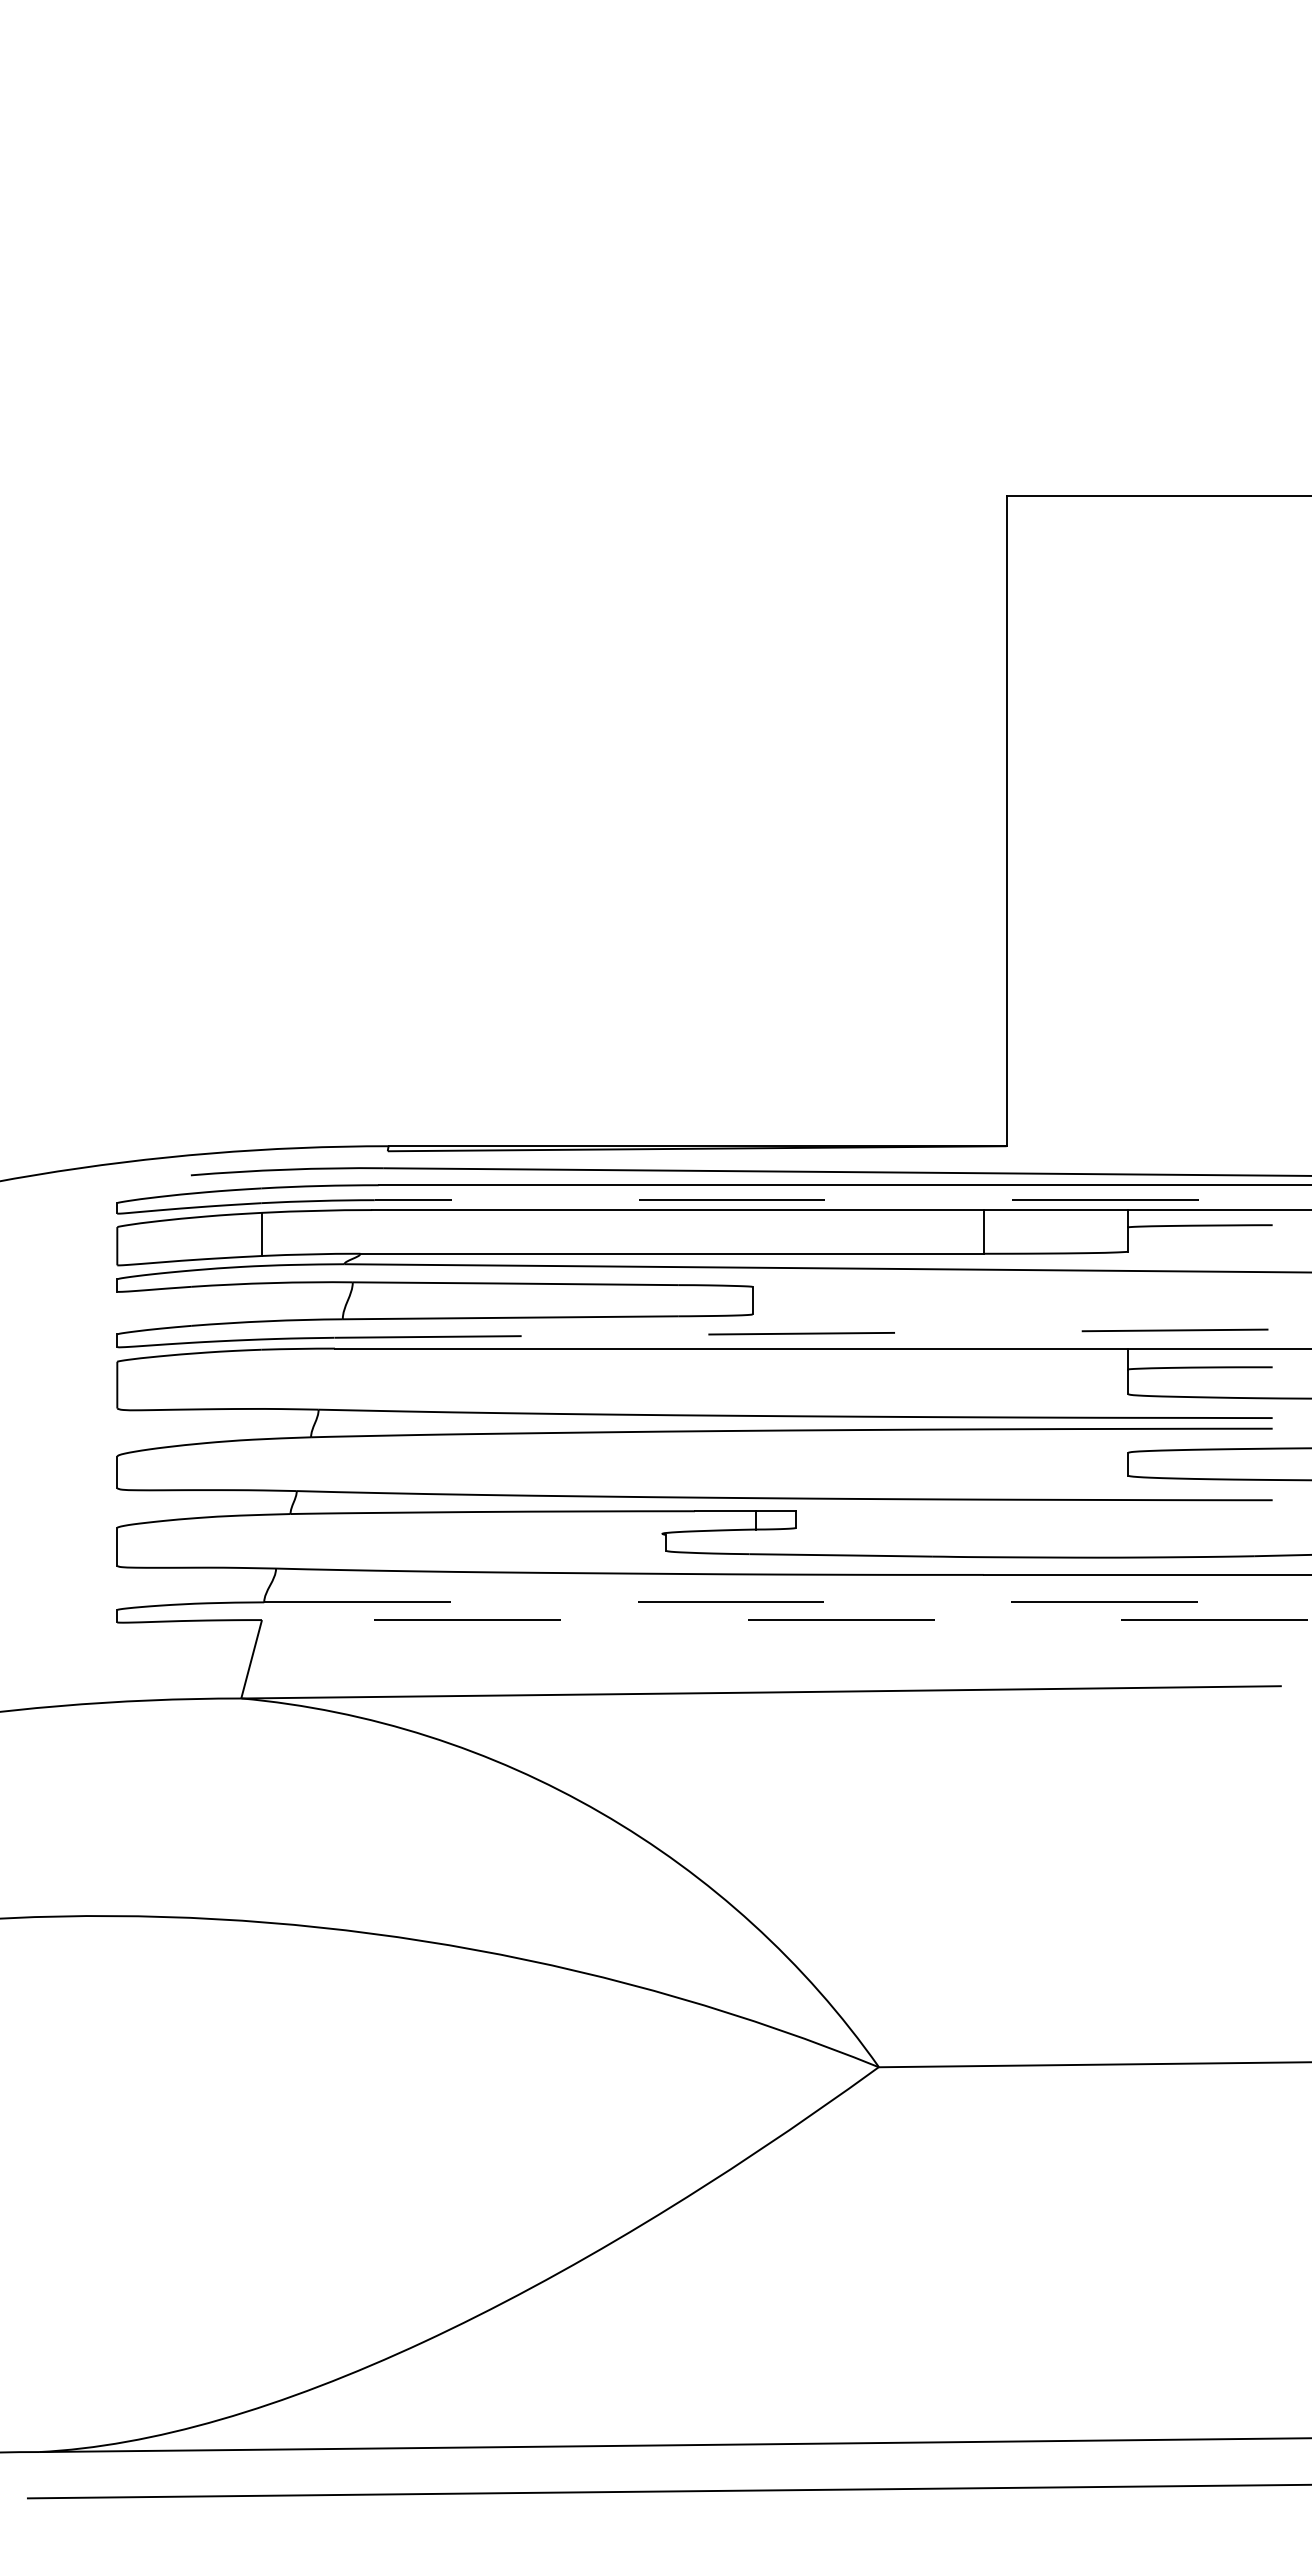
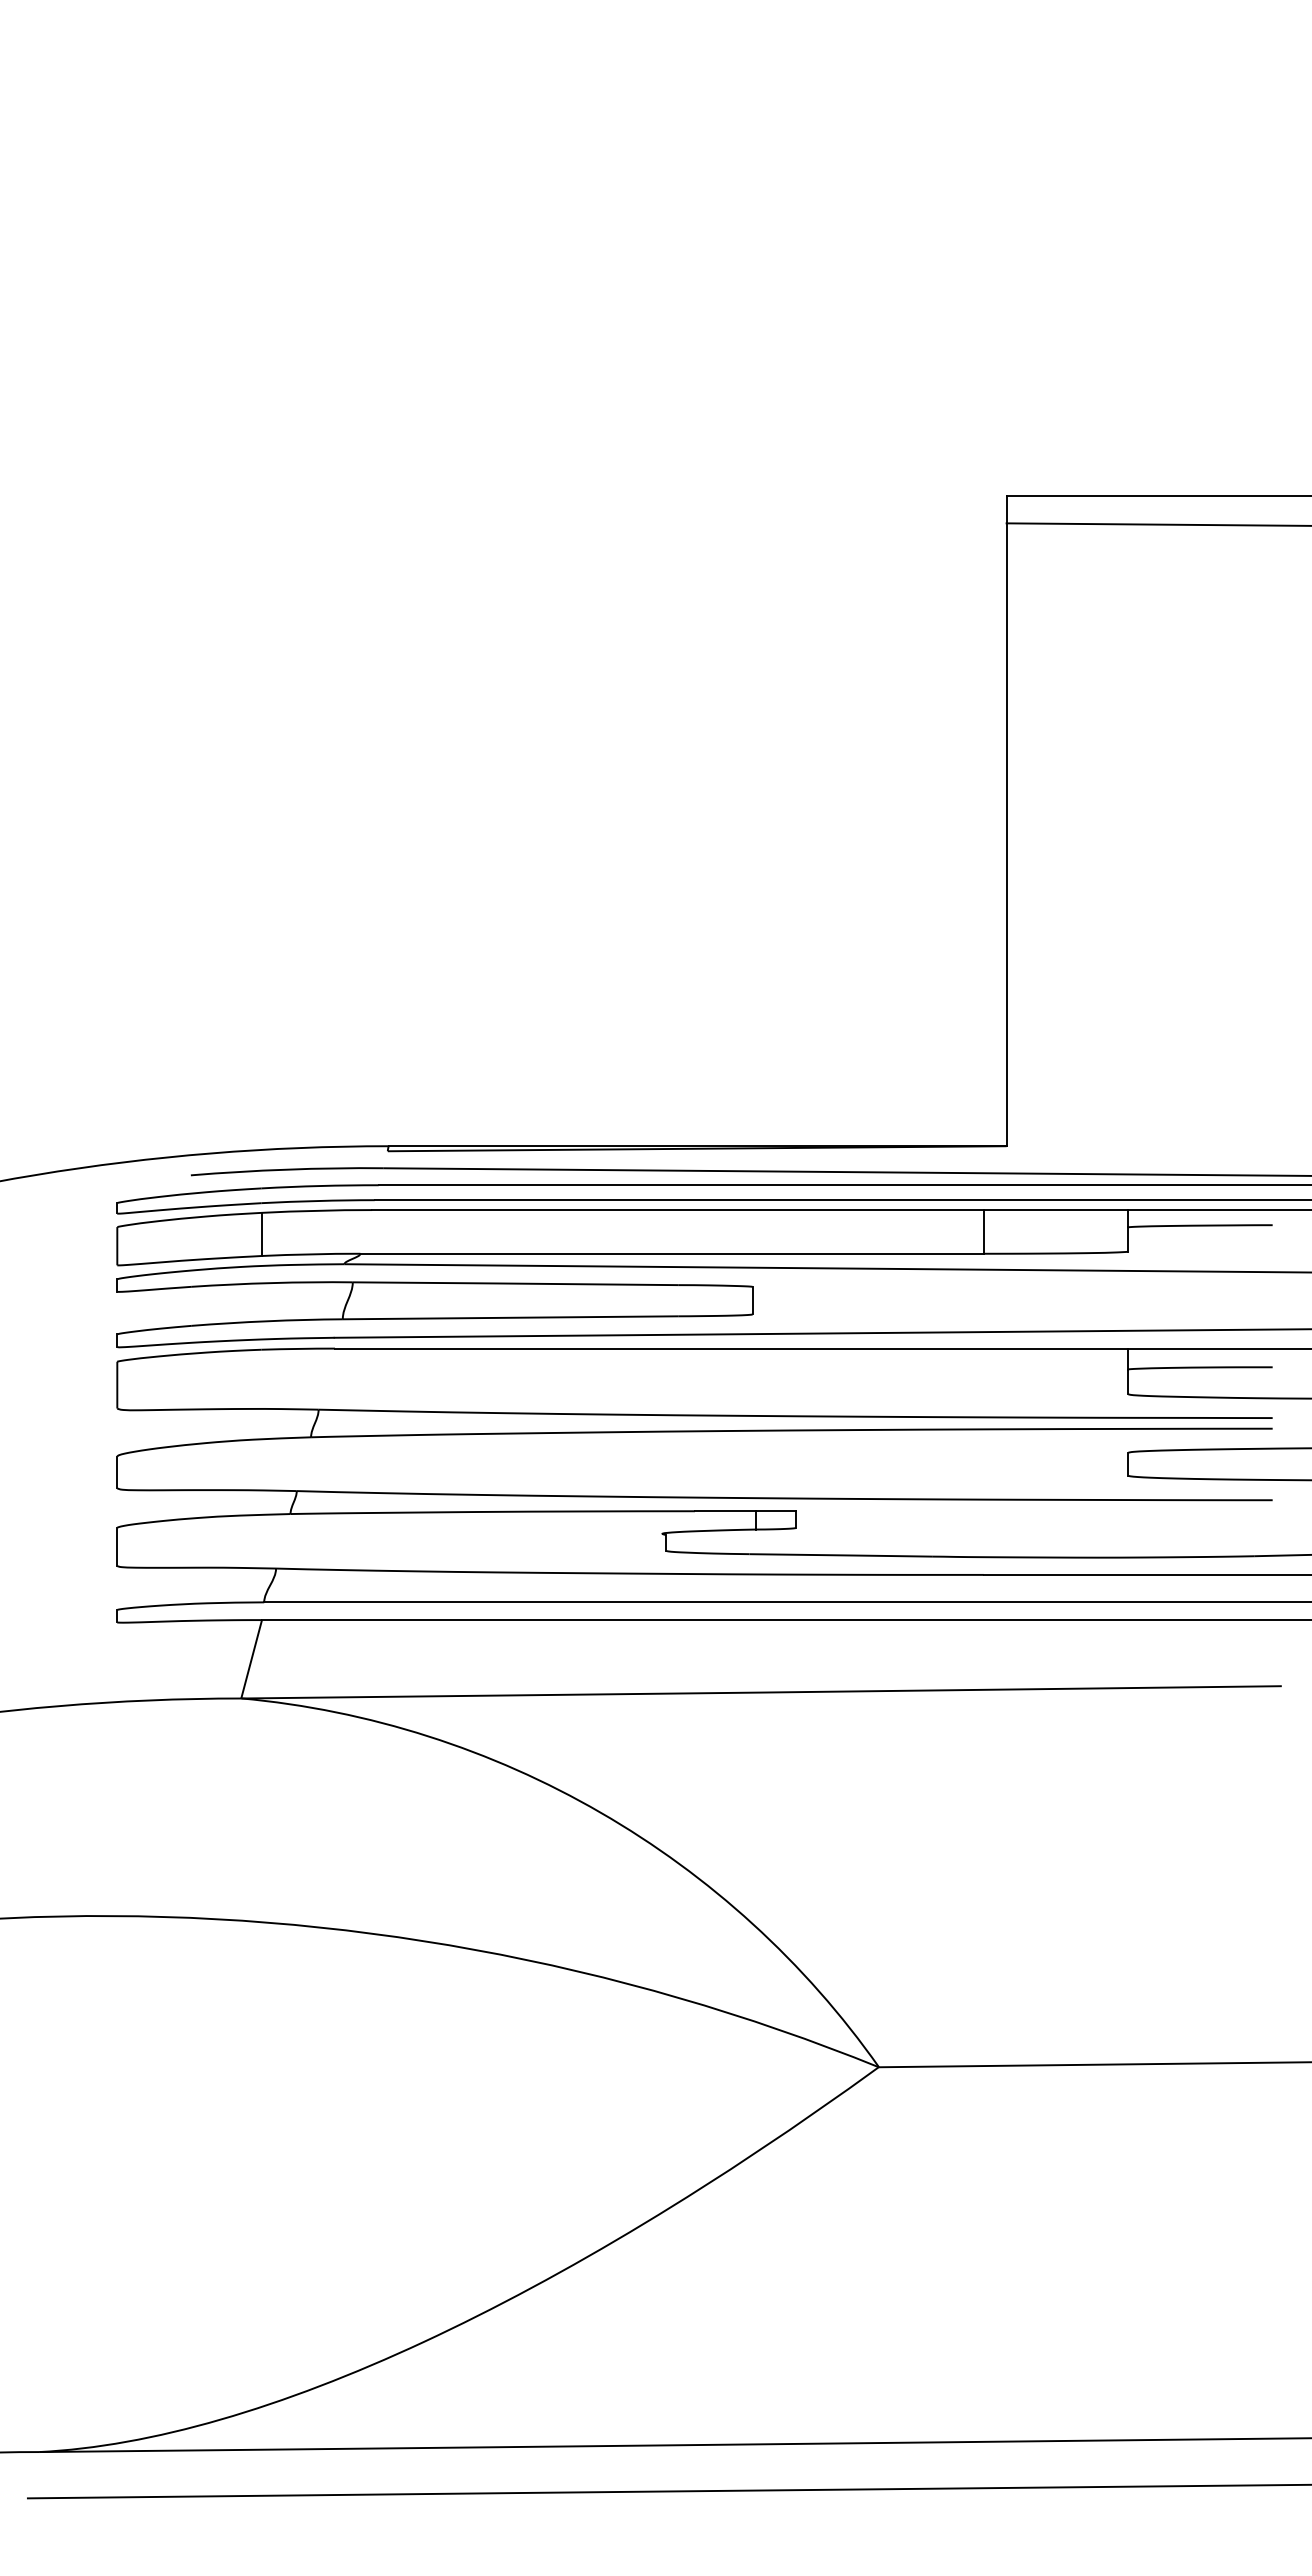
line at (1157, 524): none -> present
line at (842, 1200): dashed -> solid
line at (822, 1333): dashed -> solid
line at (788, 1602): dashed -> solid
line at (786, 1620): dashed -> solid
